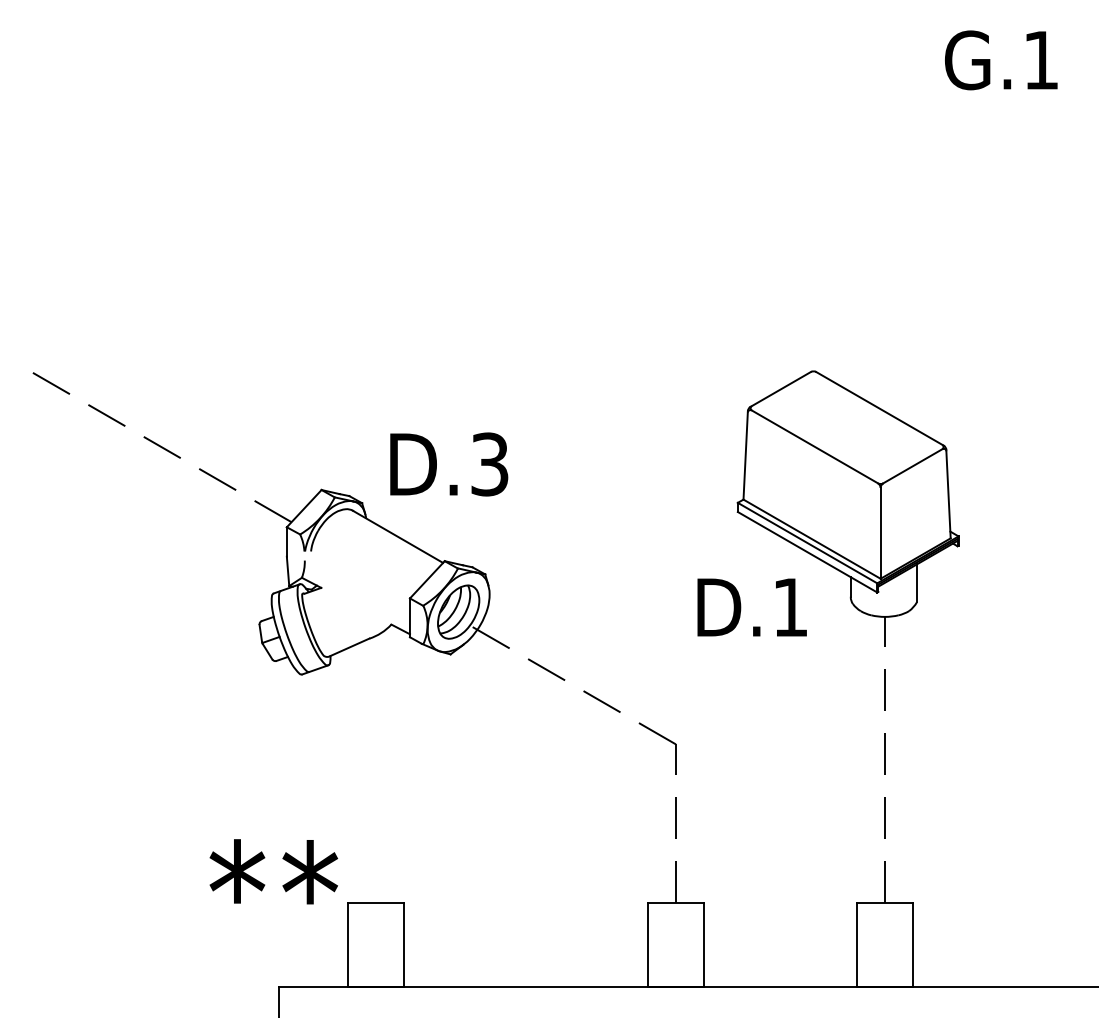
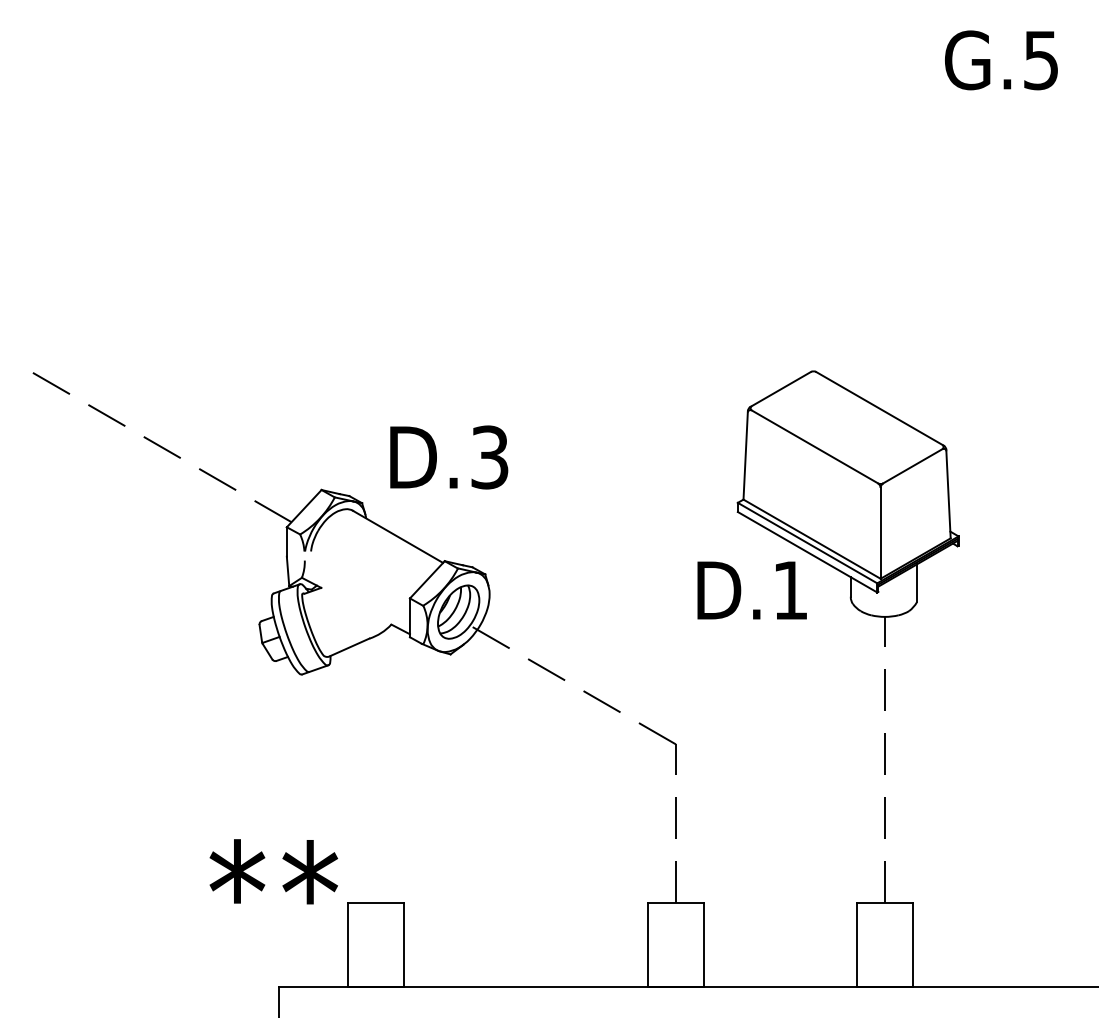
text at (1040, 60): G.1 -> G.5
text at (449, 464) position: (449, 464) -> (449, 457)
text at (751, 607) position: (751, 607) -> (751, 590)
